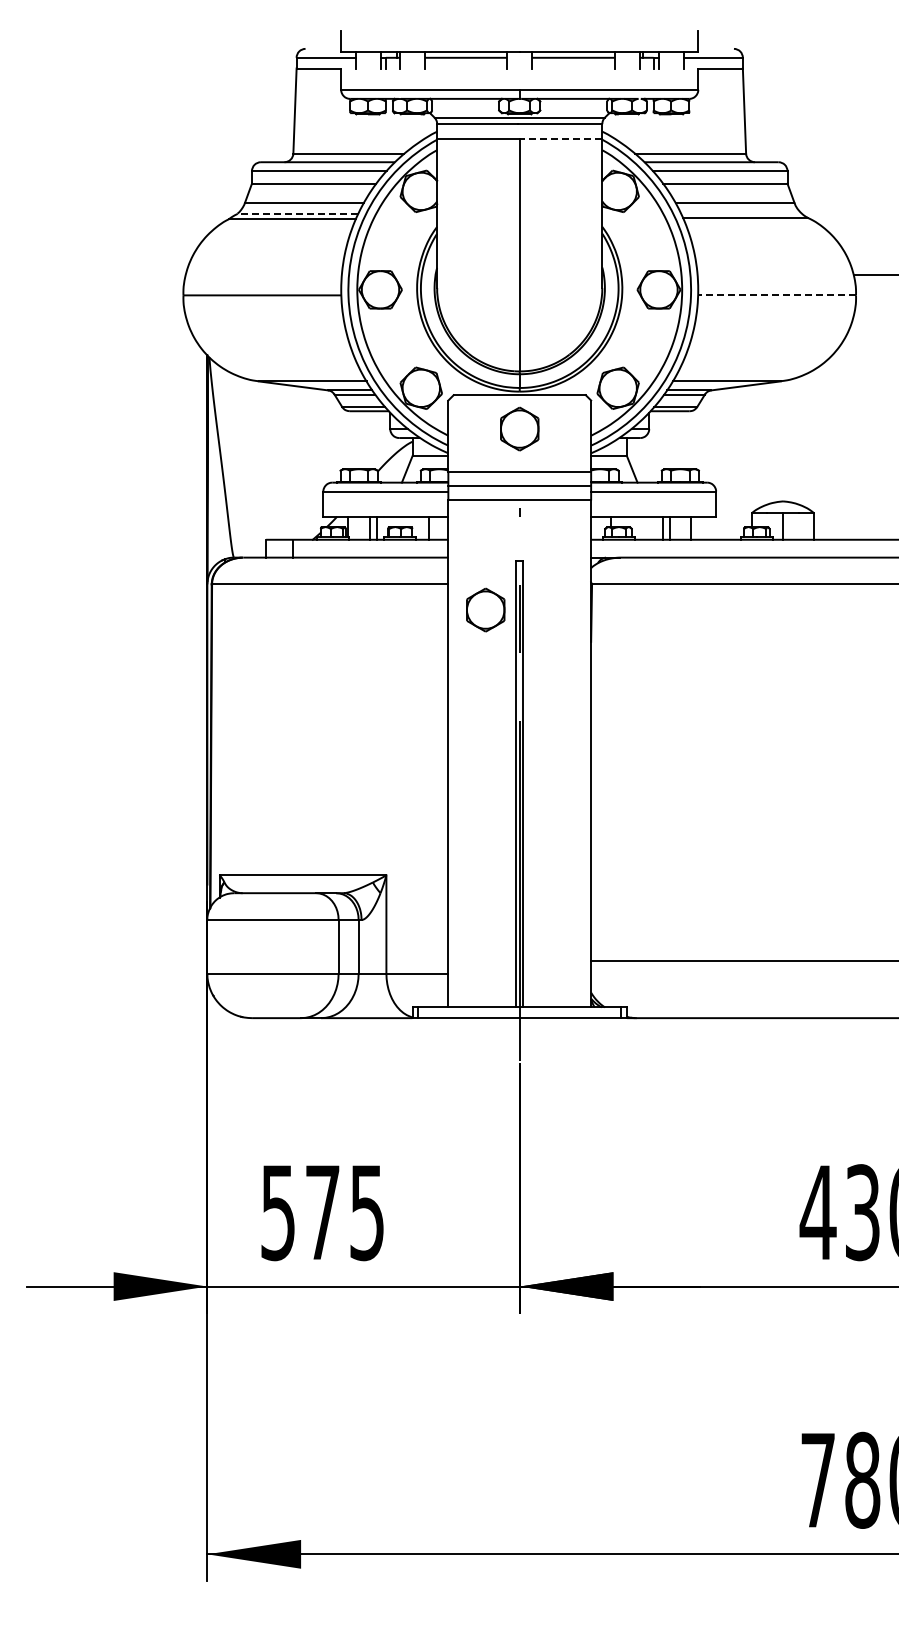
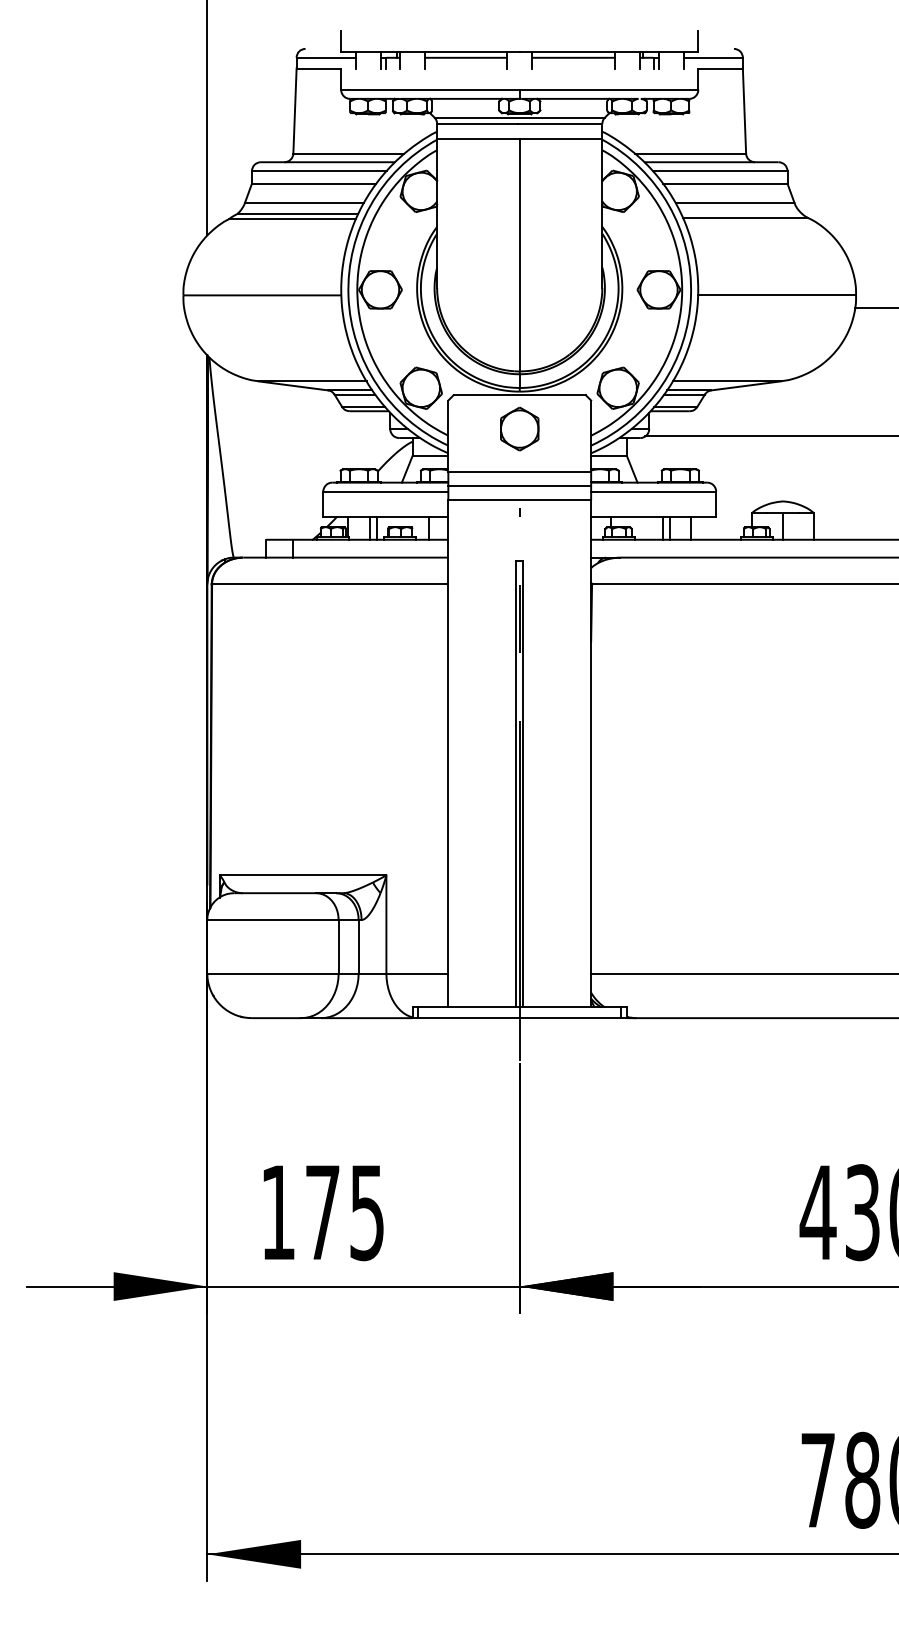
line at (207, 118): none -> present
line at (560, 138): dashed -> solid
line at (297, 213): dashed -> solid
line at (875, 274) position: (875, 274) -> (875, 307)
line at (776, 295): dashed -> solid
line at (769, 436): none -> present
part at (485, 609): present -> none
line at (743, 960) position: (743, 960) -> (743, 973)
text at (277, 1213): 575 -> 175
